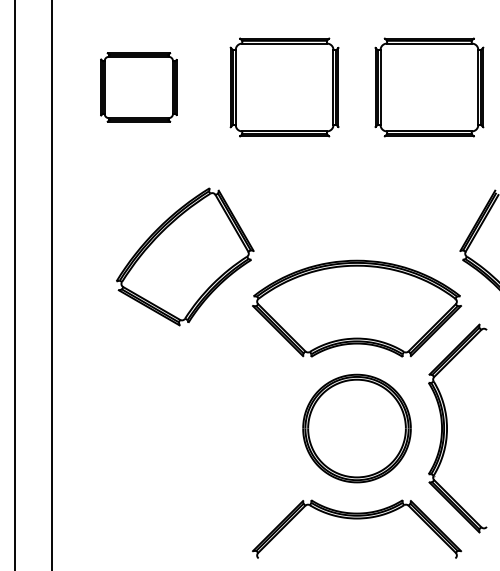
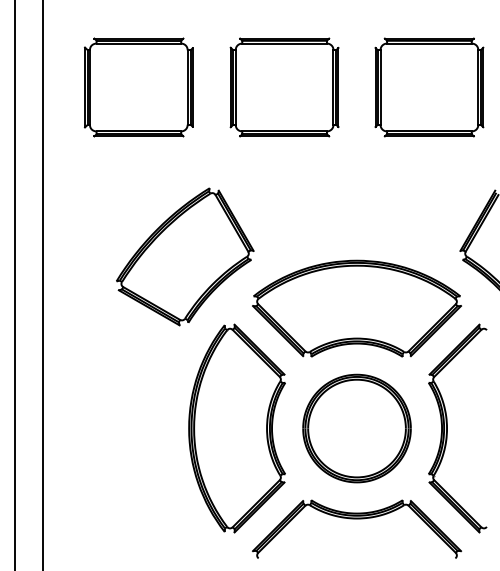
part at (138, 87) size: 78x71 px -> 110x101 px
line at (51, 284) position: (51, 284) -> (42, 284)
part at (236, 428): none -> present
